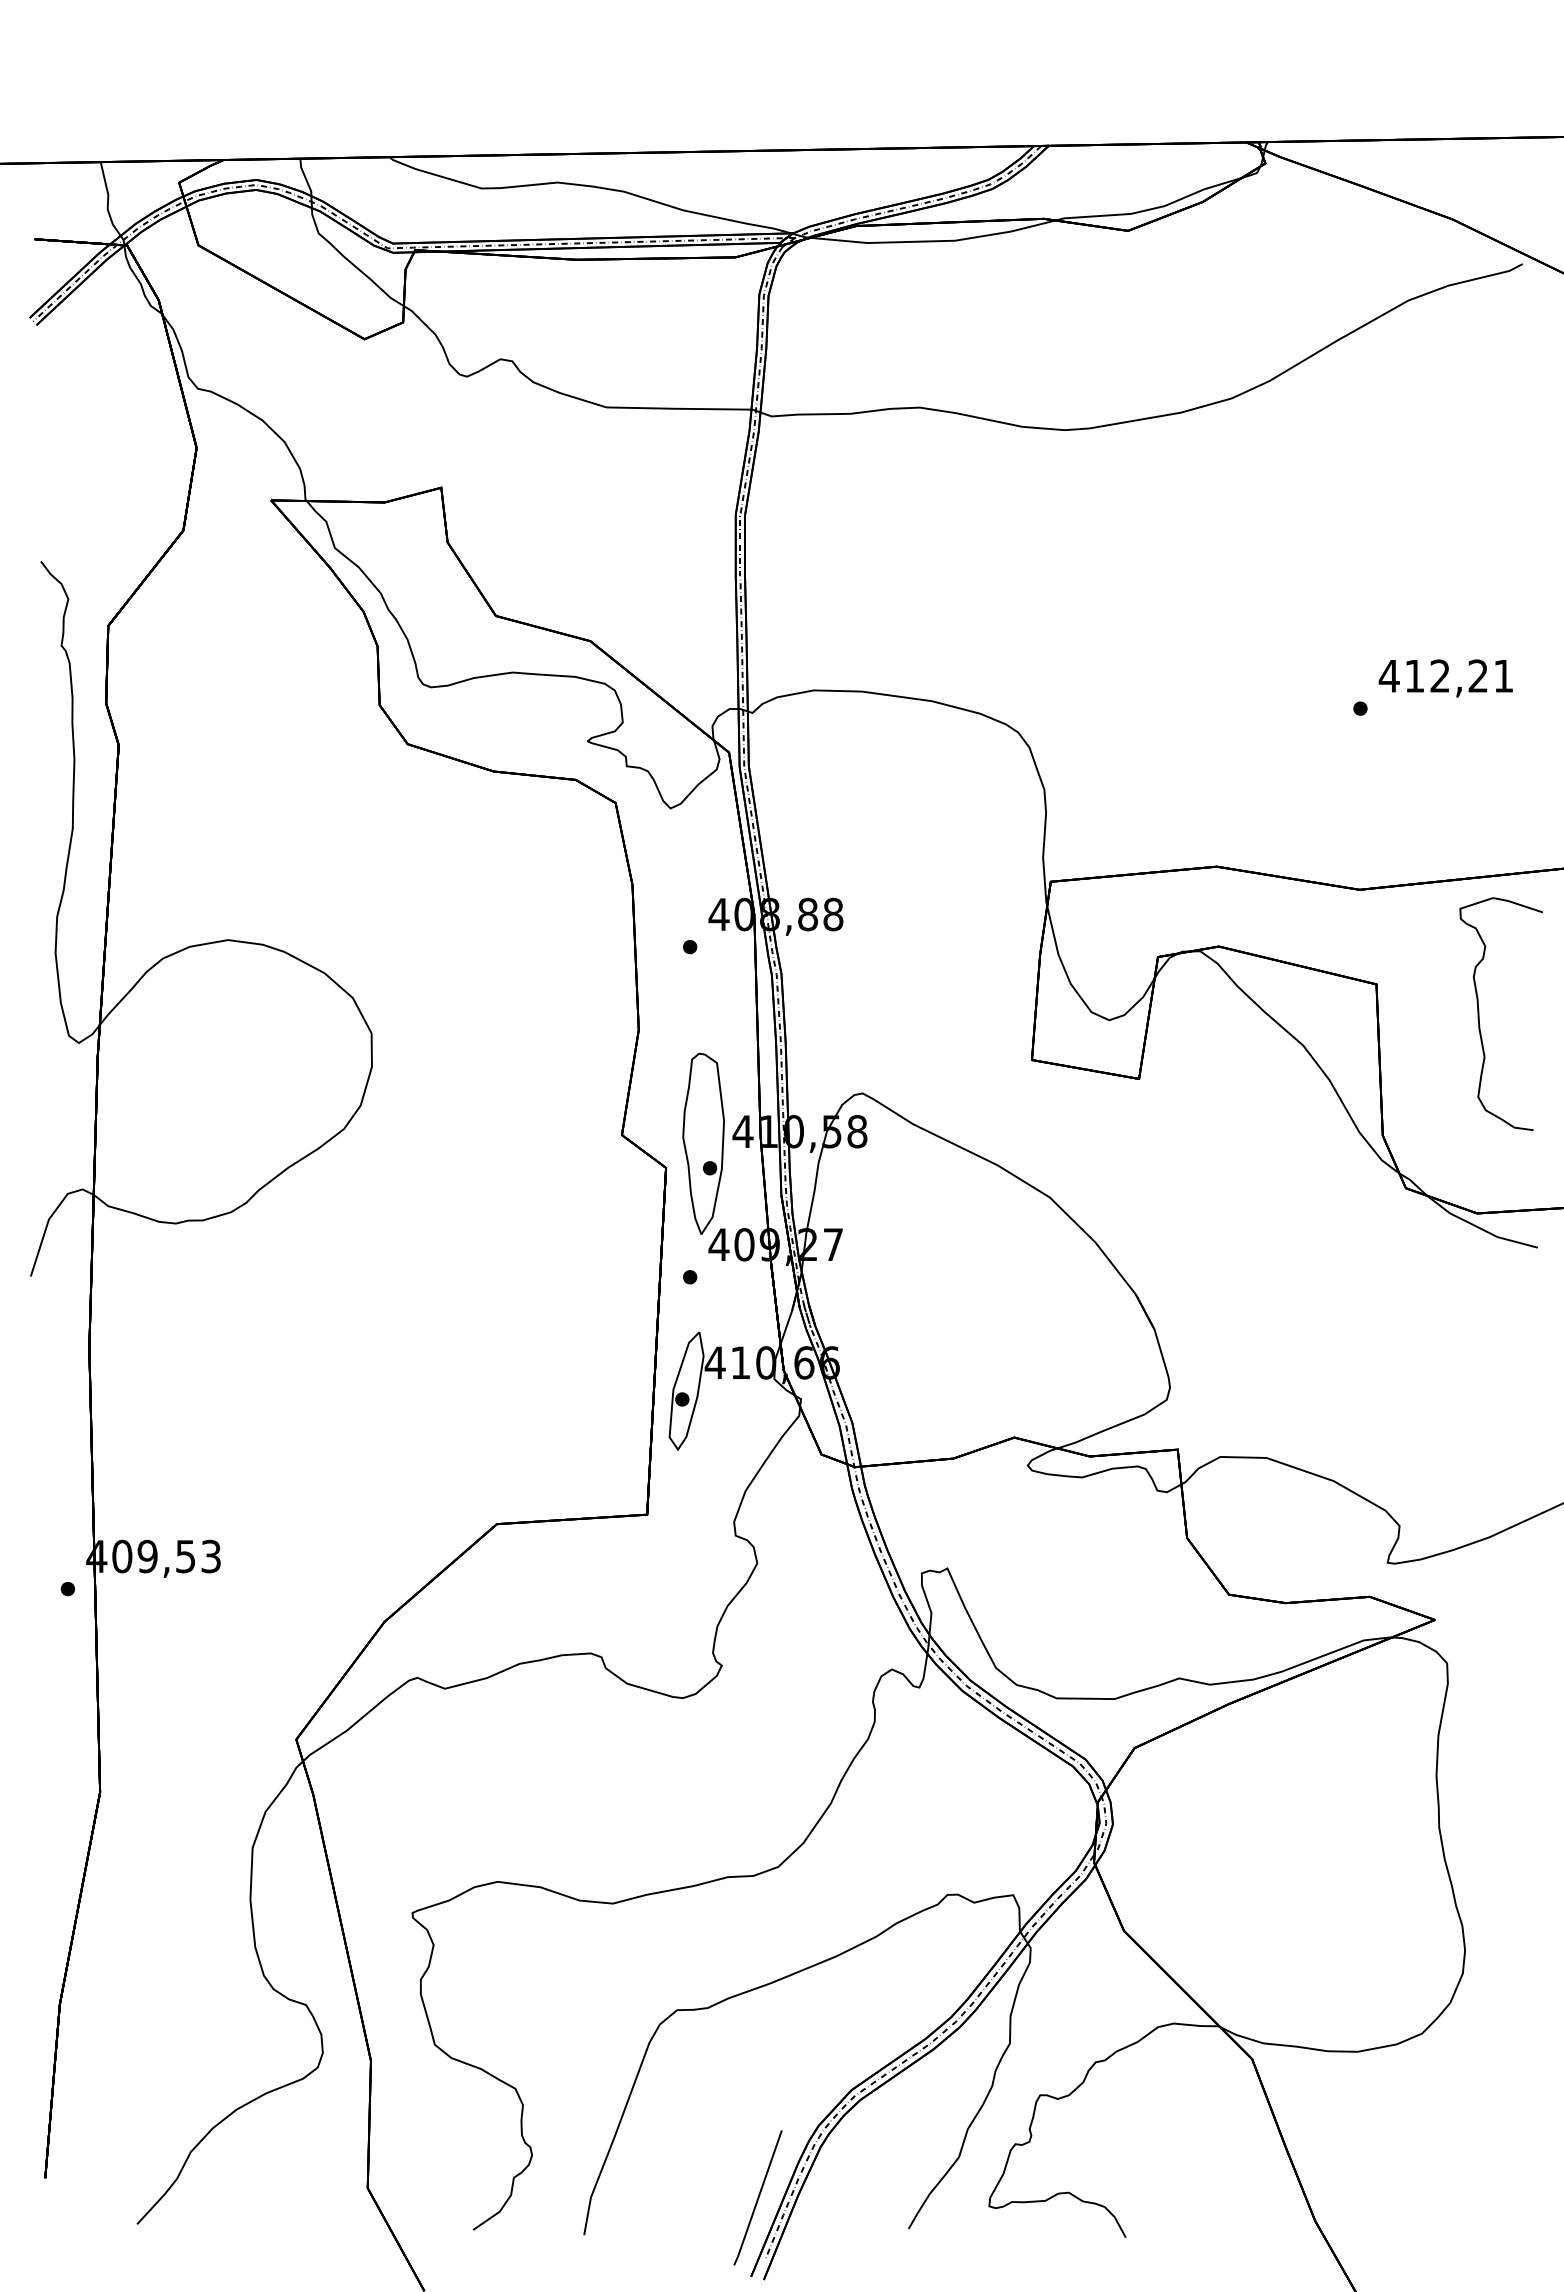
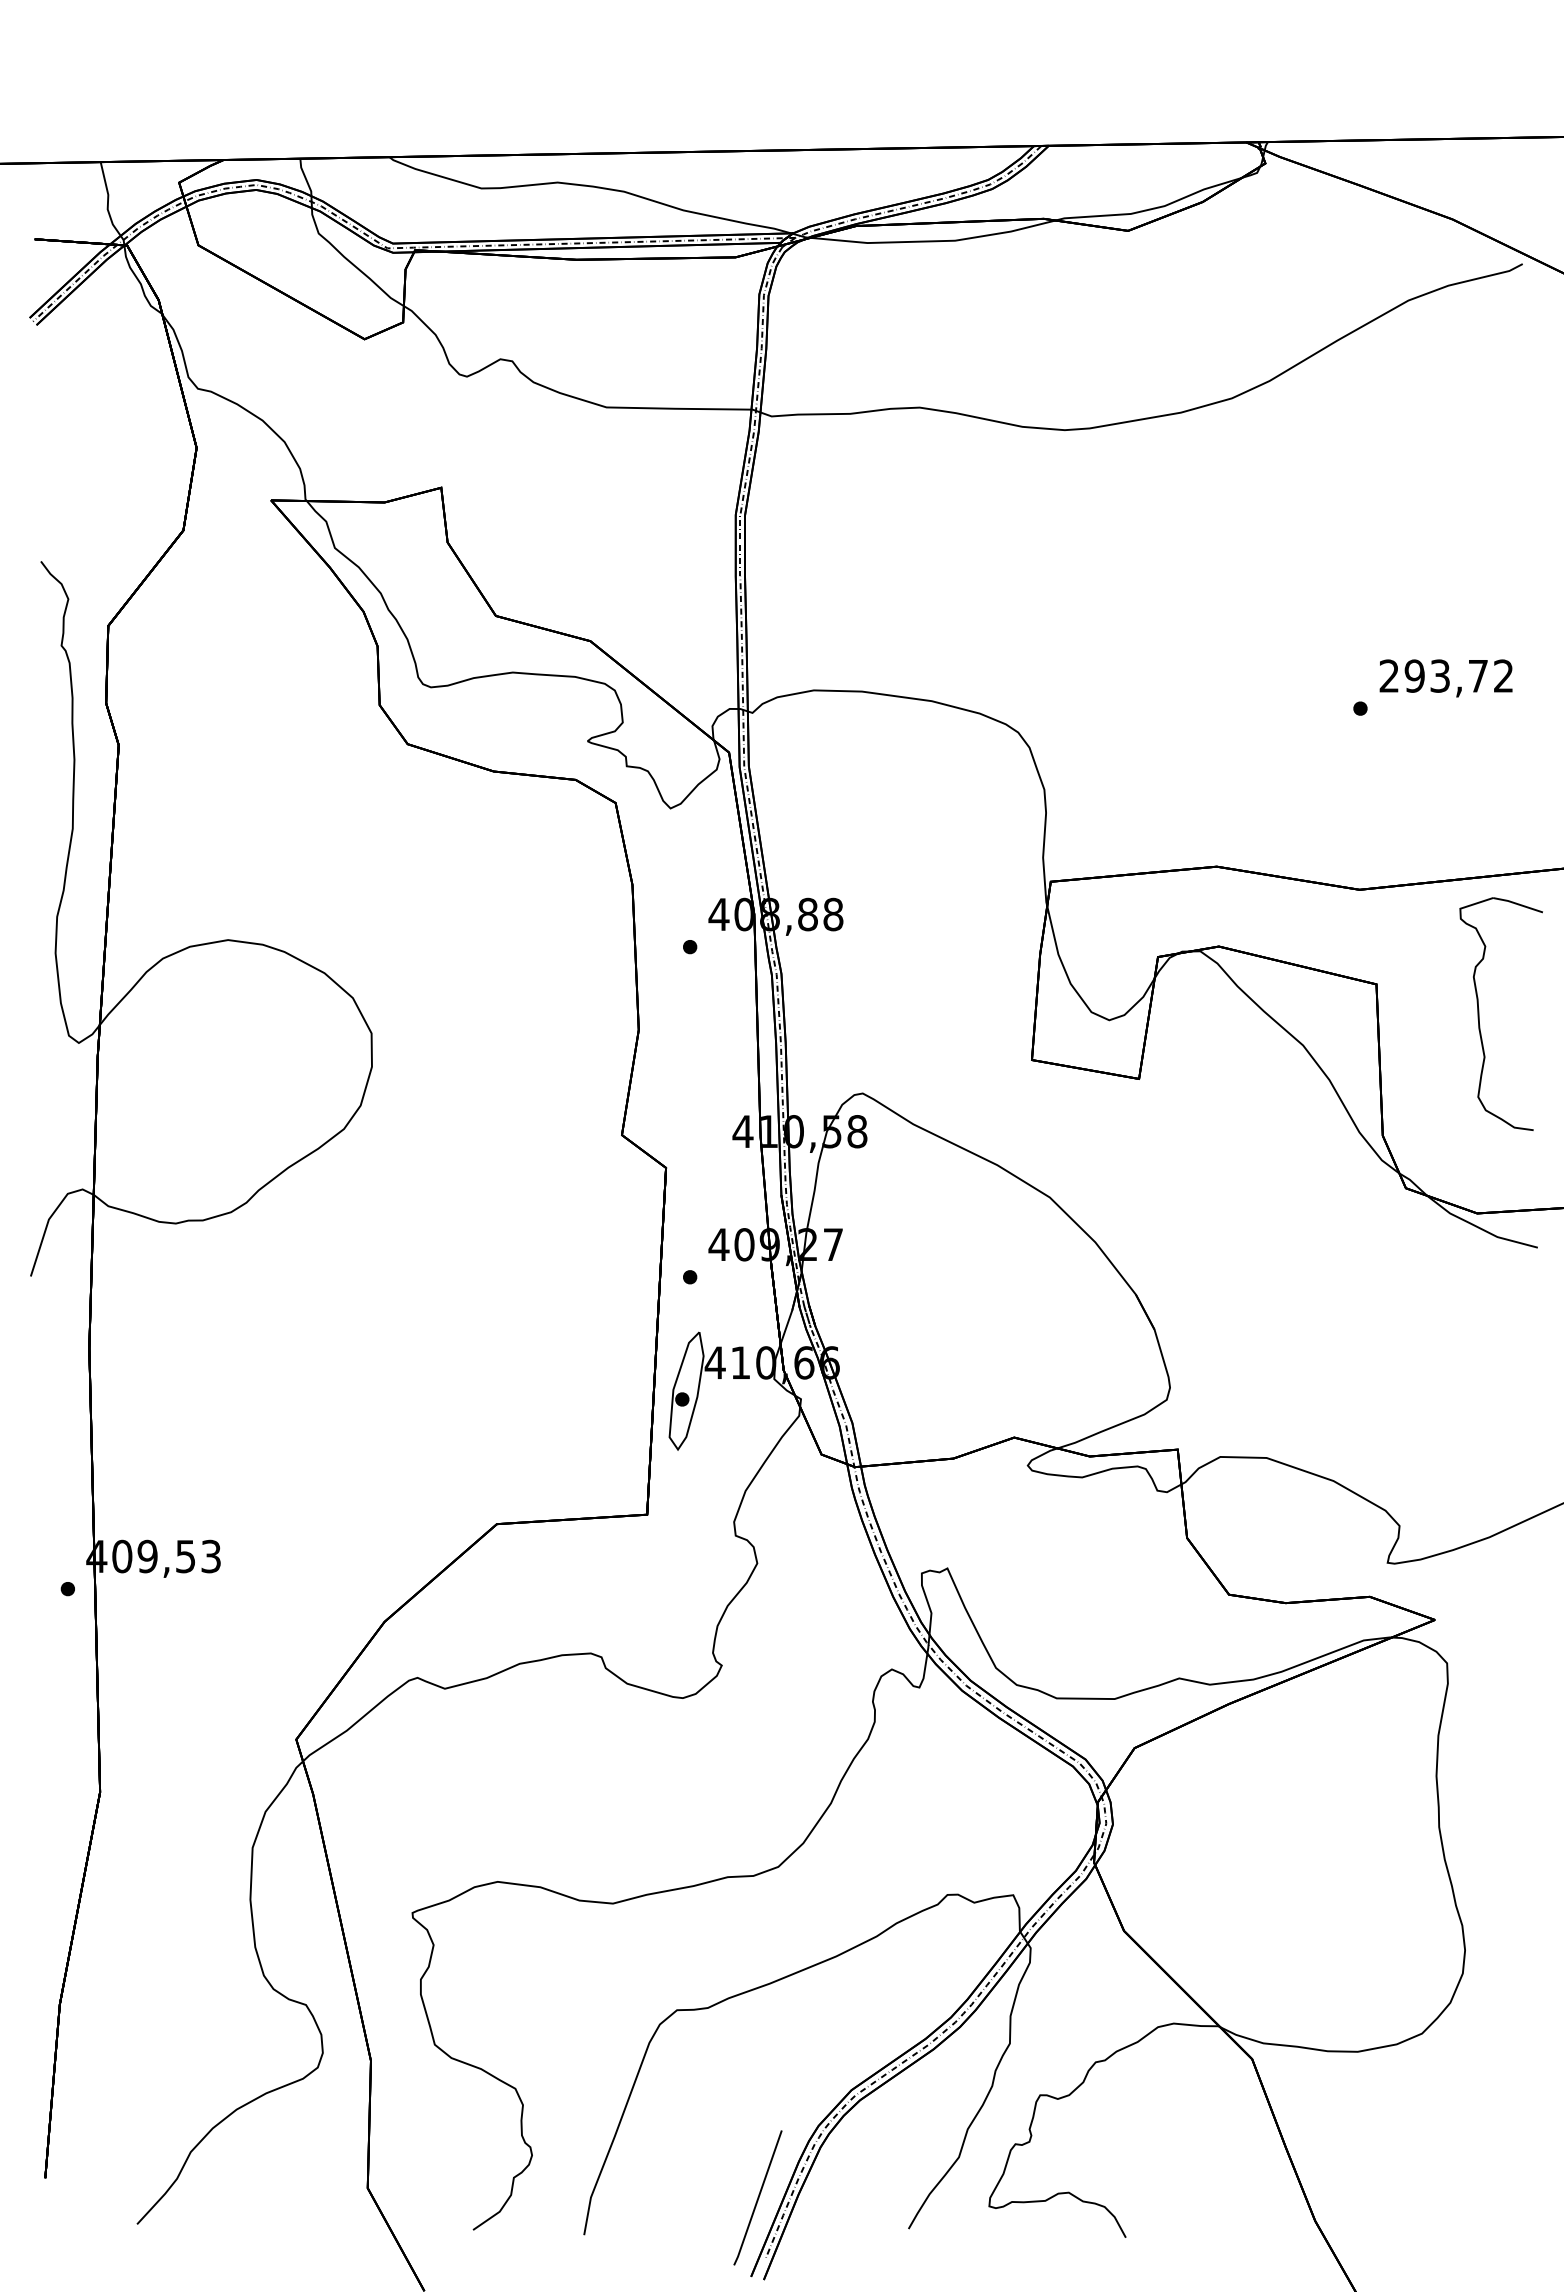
text at (1445, 675): 412,21 -> 293,72
part at (703, 1143): present -> none
